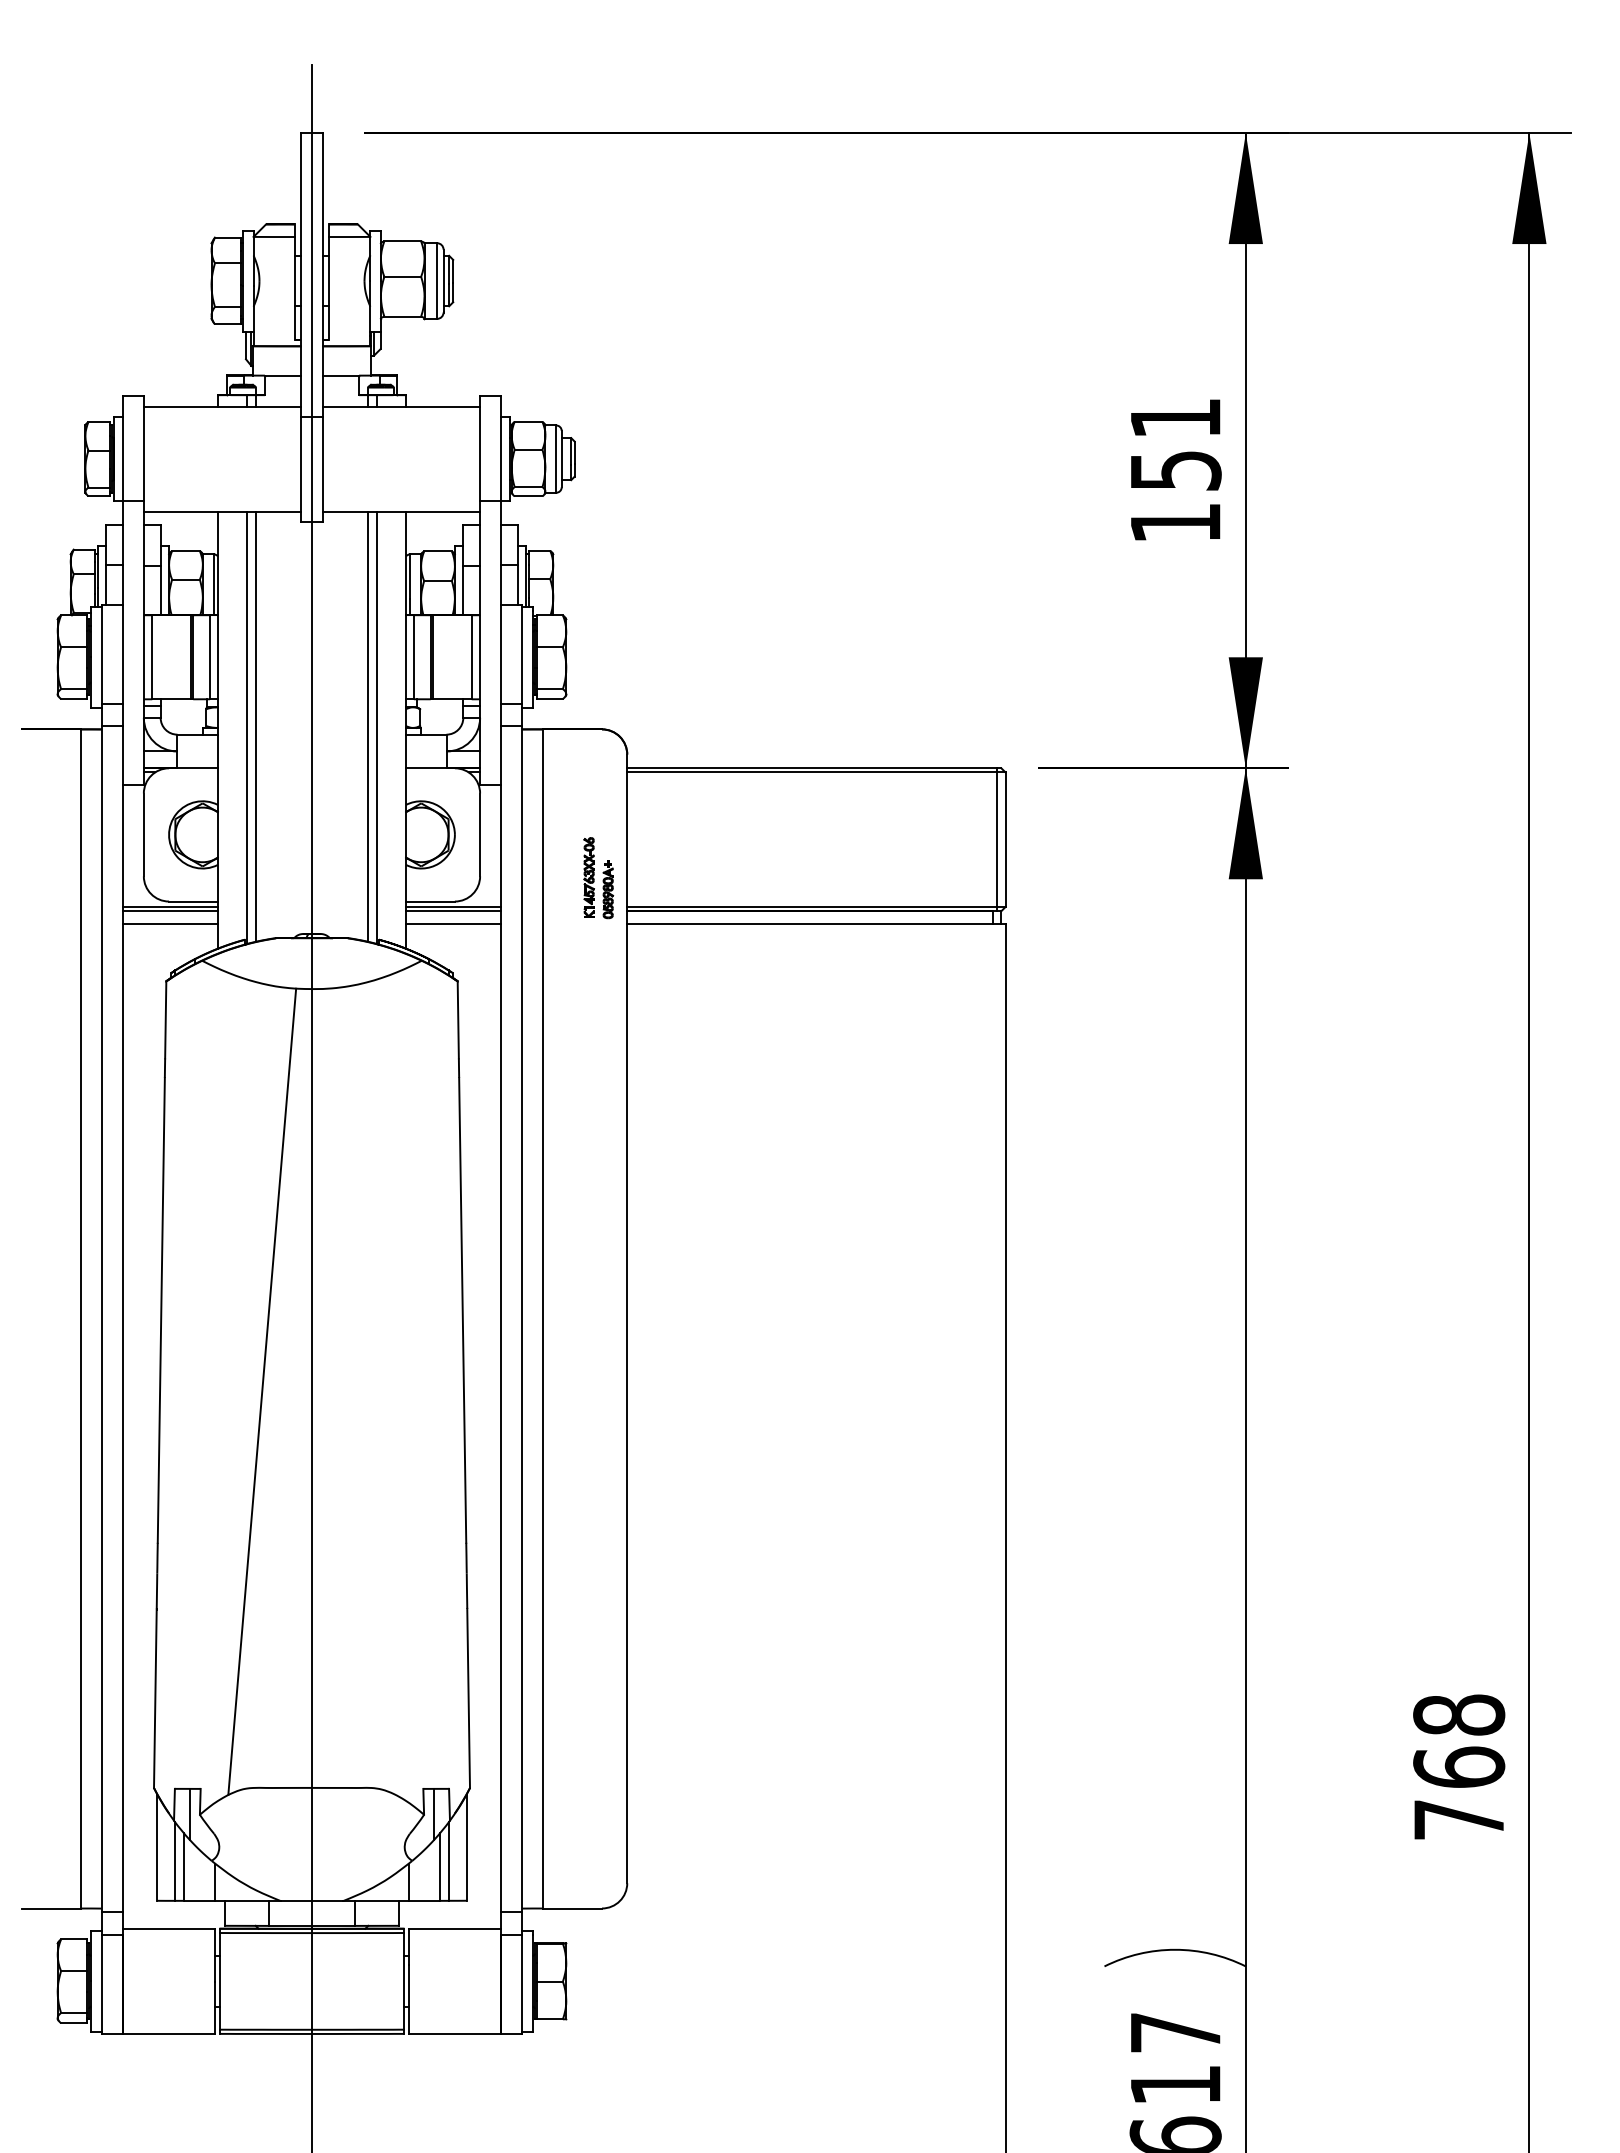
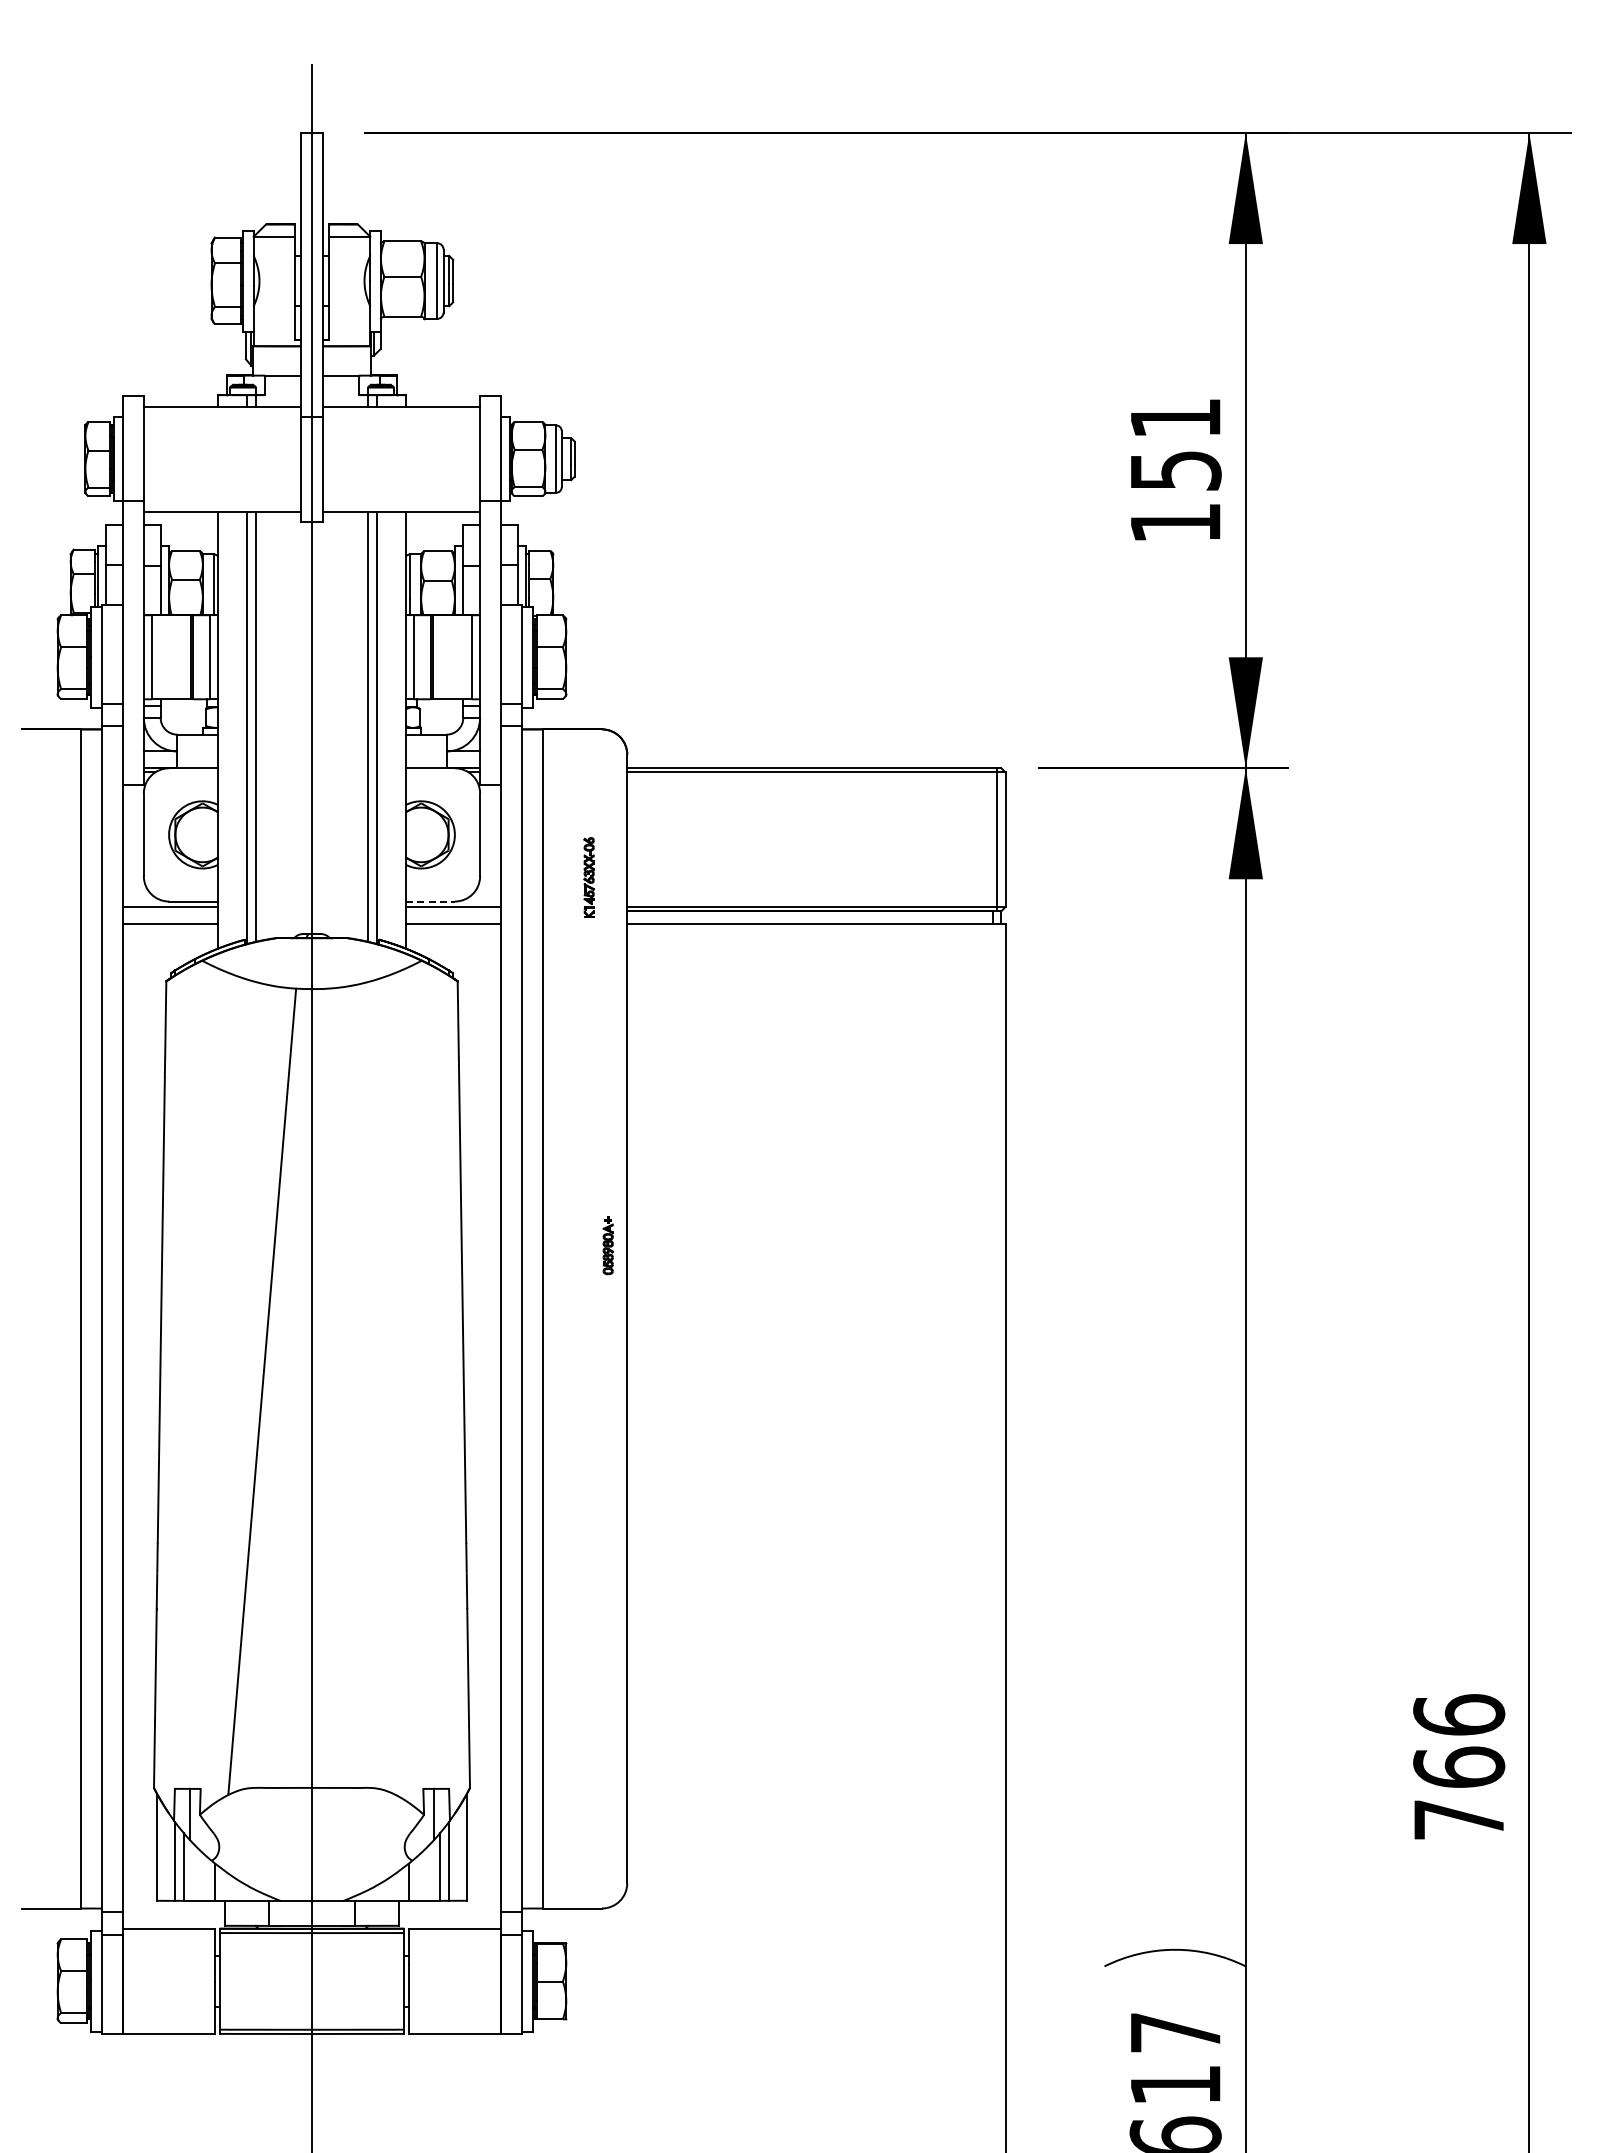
part at (608, 889) position: (608, 889) -> (608, 1245)
line at (431, 901): solid -> dashed
line at (169, 911): present -> none
line at (453, 911): present -> none
text at (1459, 1714): 768 -> 766
